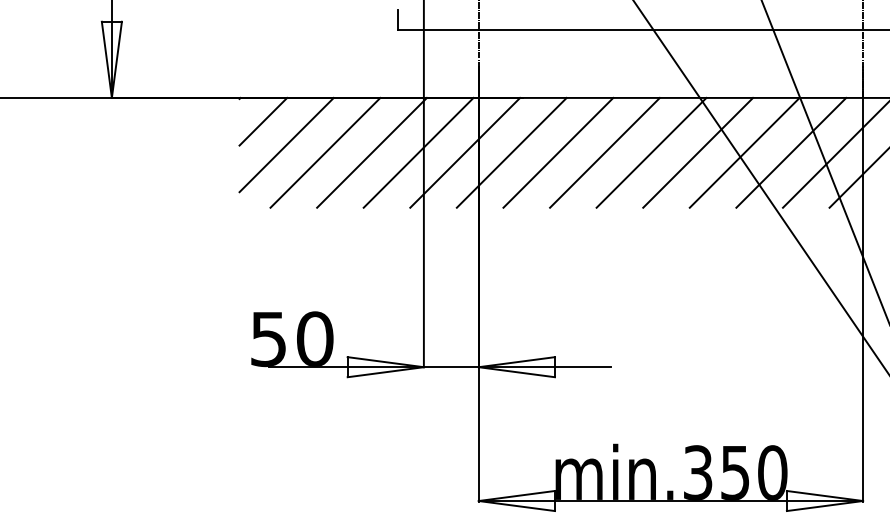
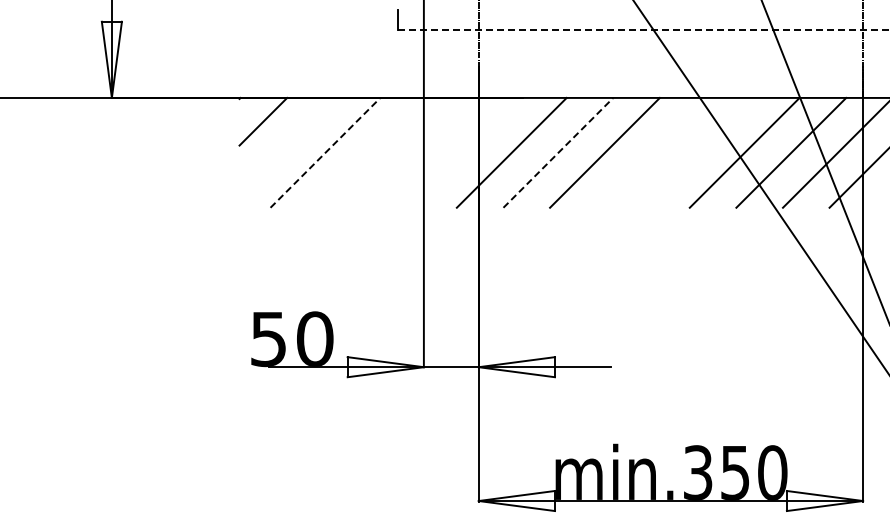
line at (644, 29): solid -> dashed
line at (286, 144): present -> none
line at (325, 152): solid -> dashed
line at (371, 152): present -> none
line at (418, 152): present -> none
line at (465, 152): present -> none
line at (558, 152): solid -> dashed
line at (651, 152): present -> none
line at (698, 152): present -> none
